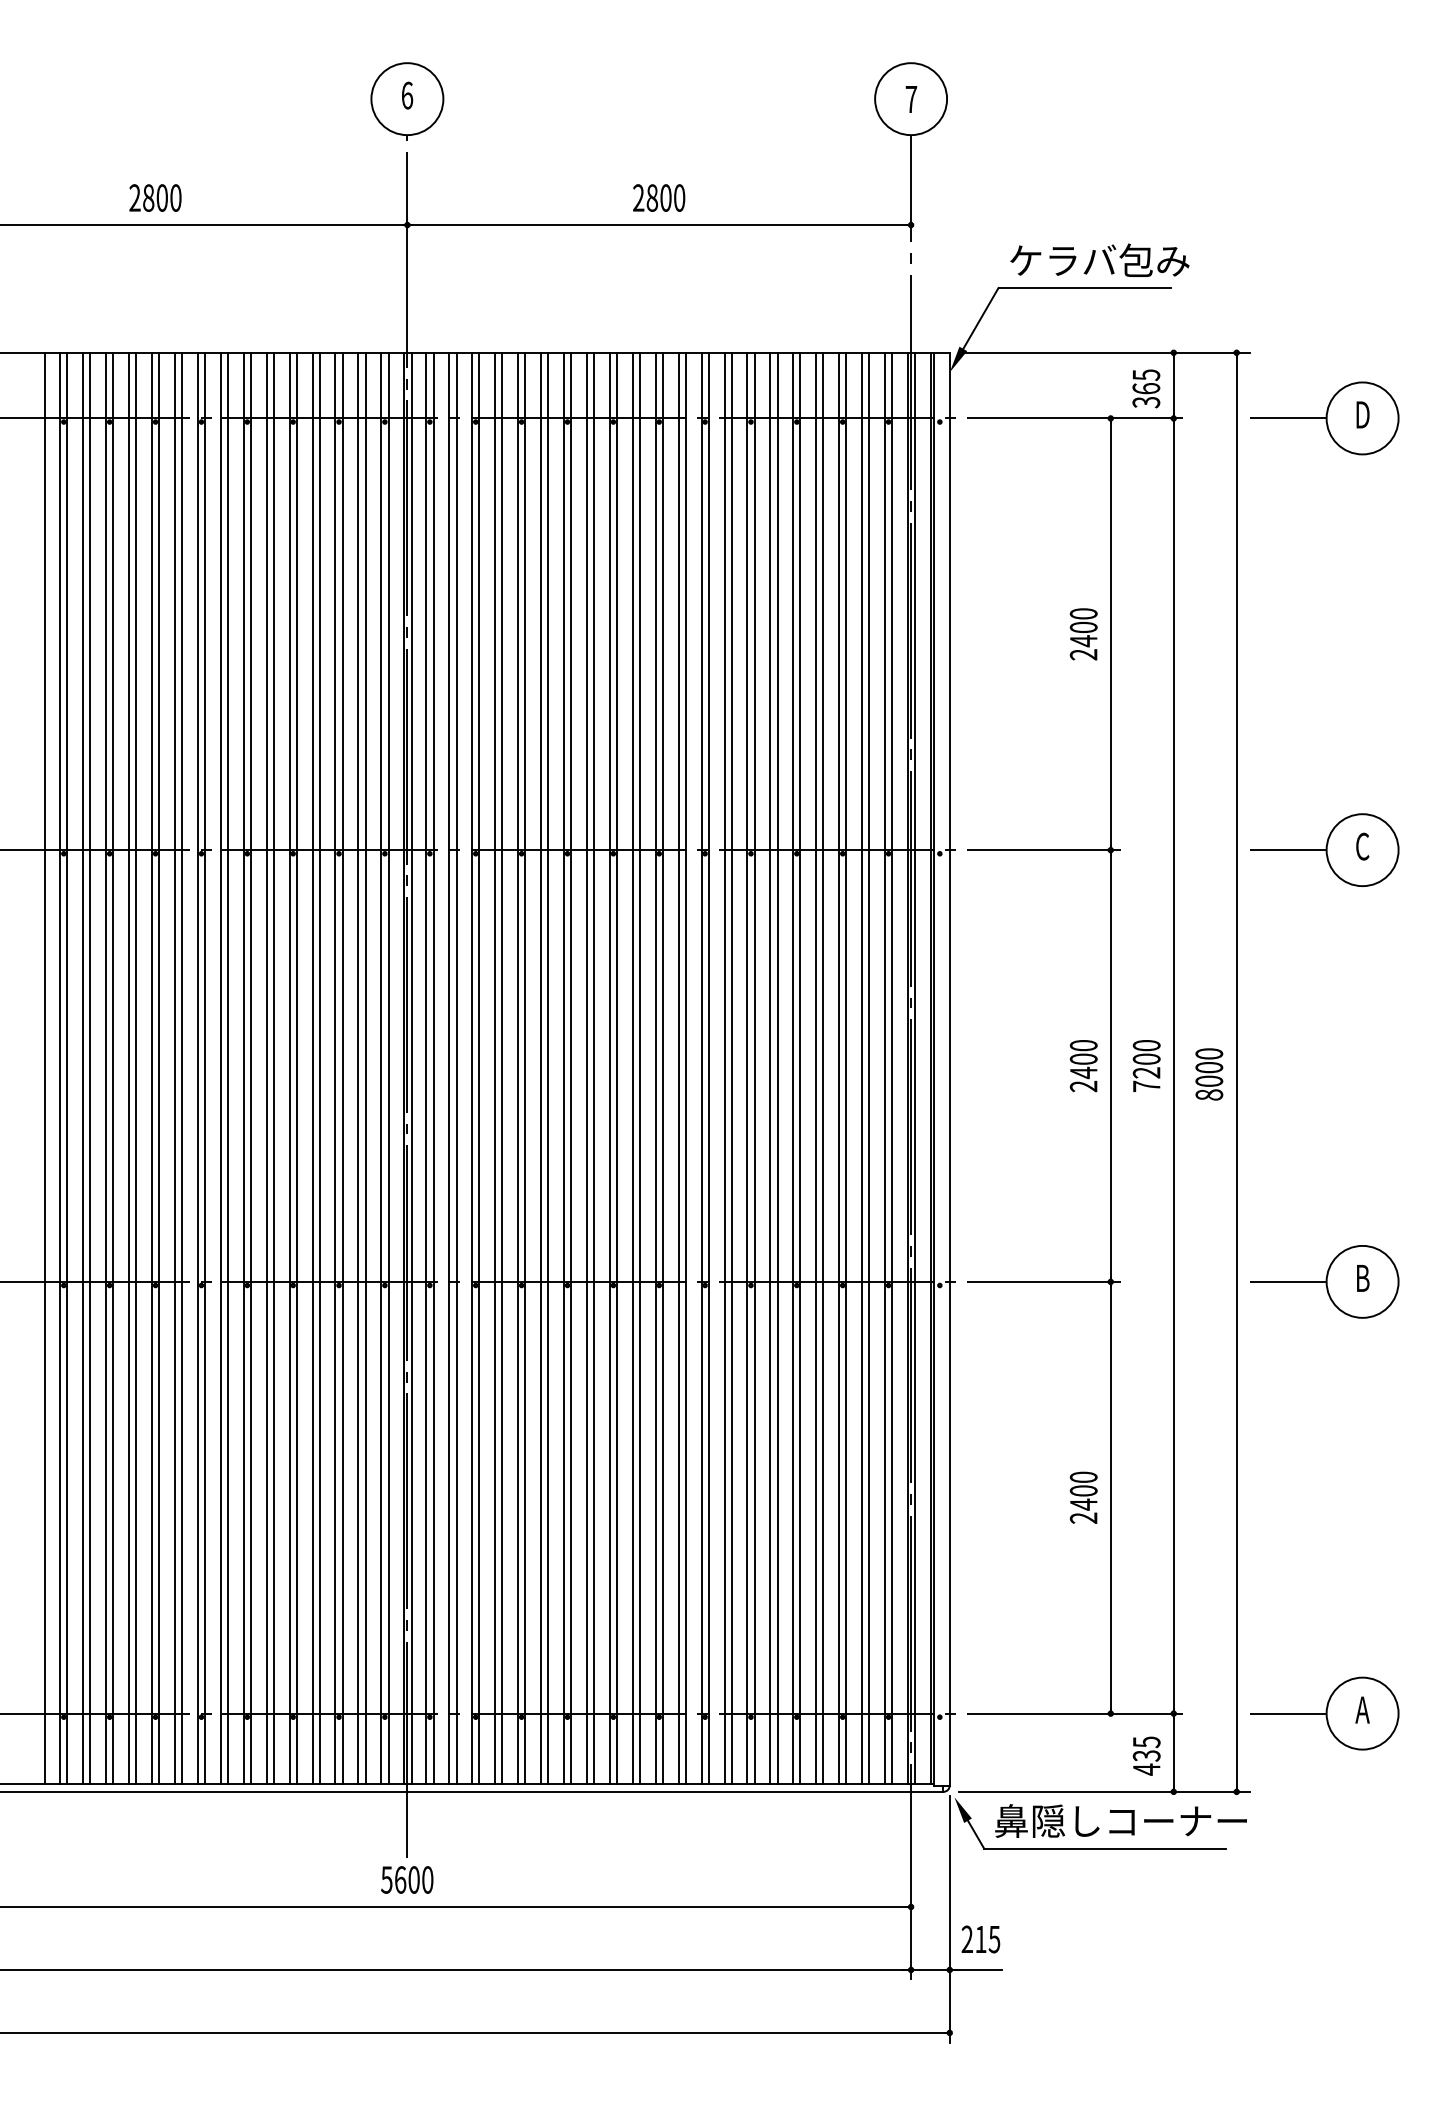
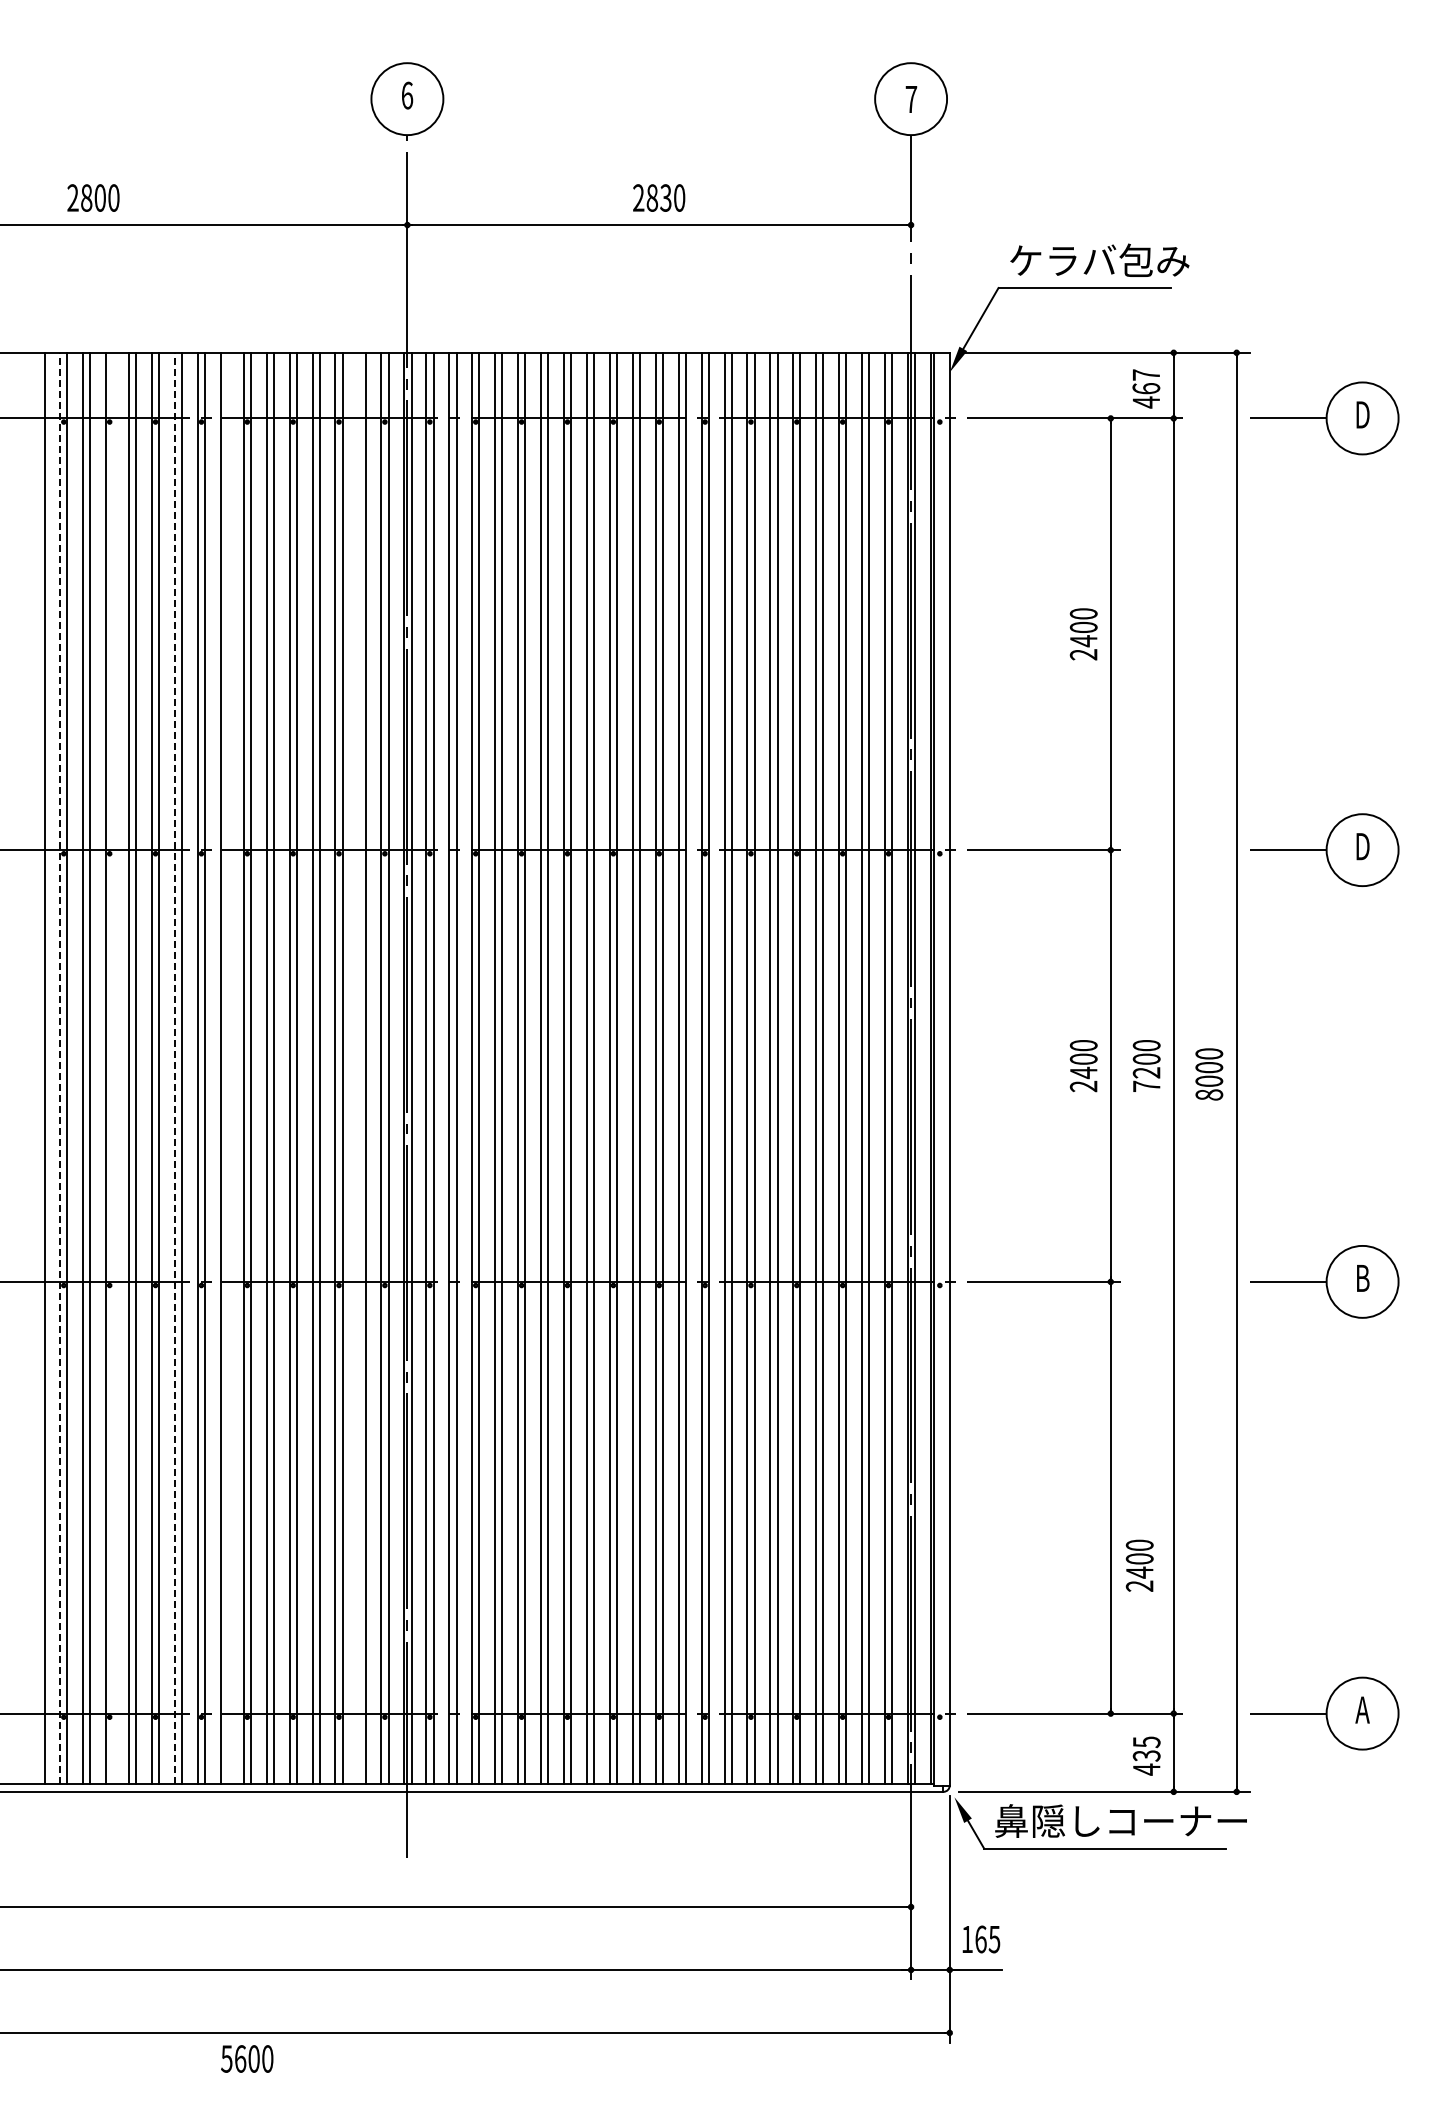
text at (155, 197) position: (155, 197) -> (93, 197)
text at (665, 197): 2800 -> 2830
text at (1146, 388): 365 -> 467
text at (1362, 846): C -> D
line at (113, 1067): present -> none
line at (228, 1067): present -> none
line at (358, 1067): present -> none
line at (60, 1068): solid -> dashed
line at (175, 1068): solid -> dashed
text at (1083, 1497) position: (1083, 1497) -> (1139, 1565)
text at (407, 1879) position: (407, 1879) -> (247, 2058)
text at (973, 1939): 215 -> 165
